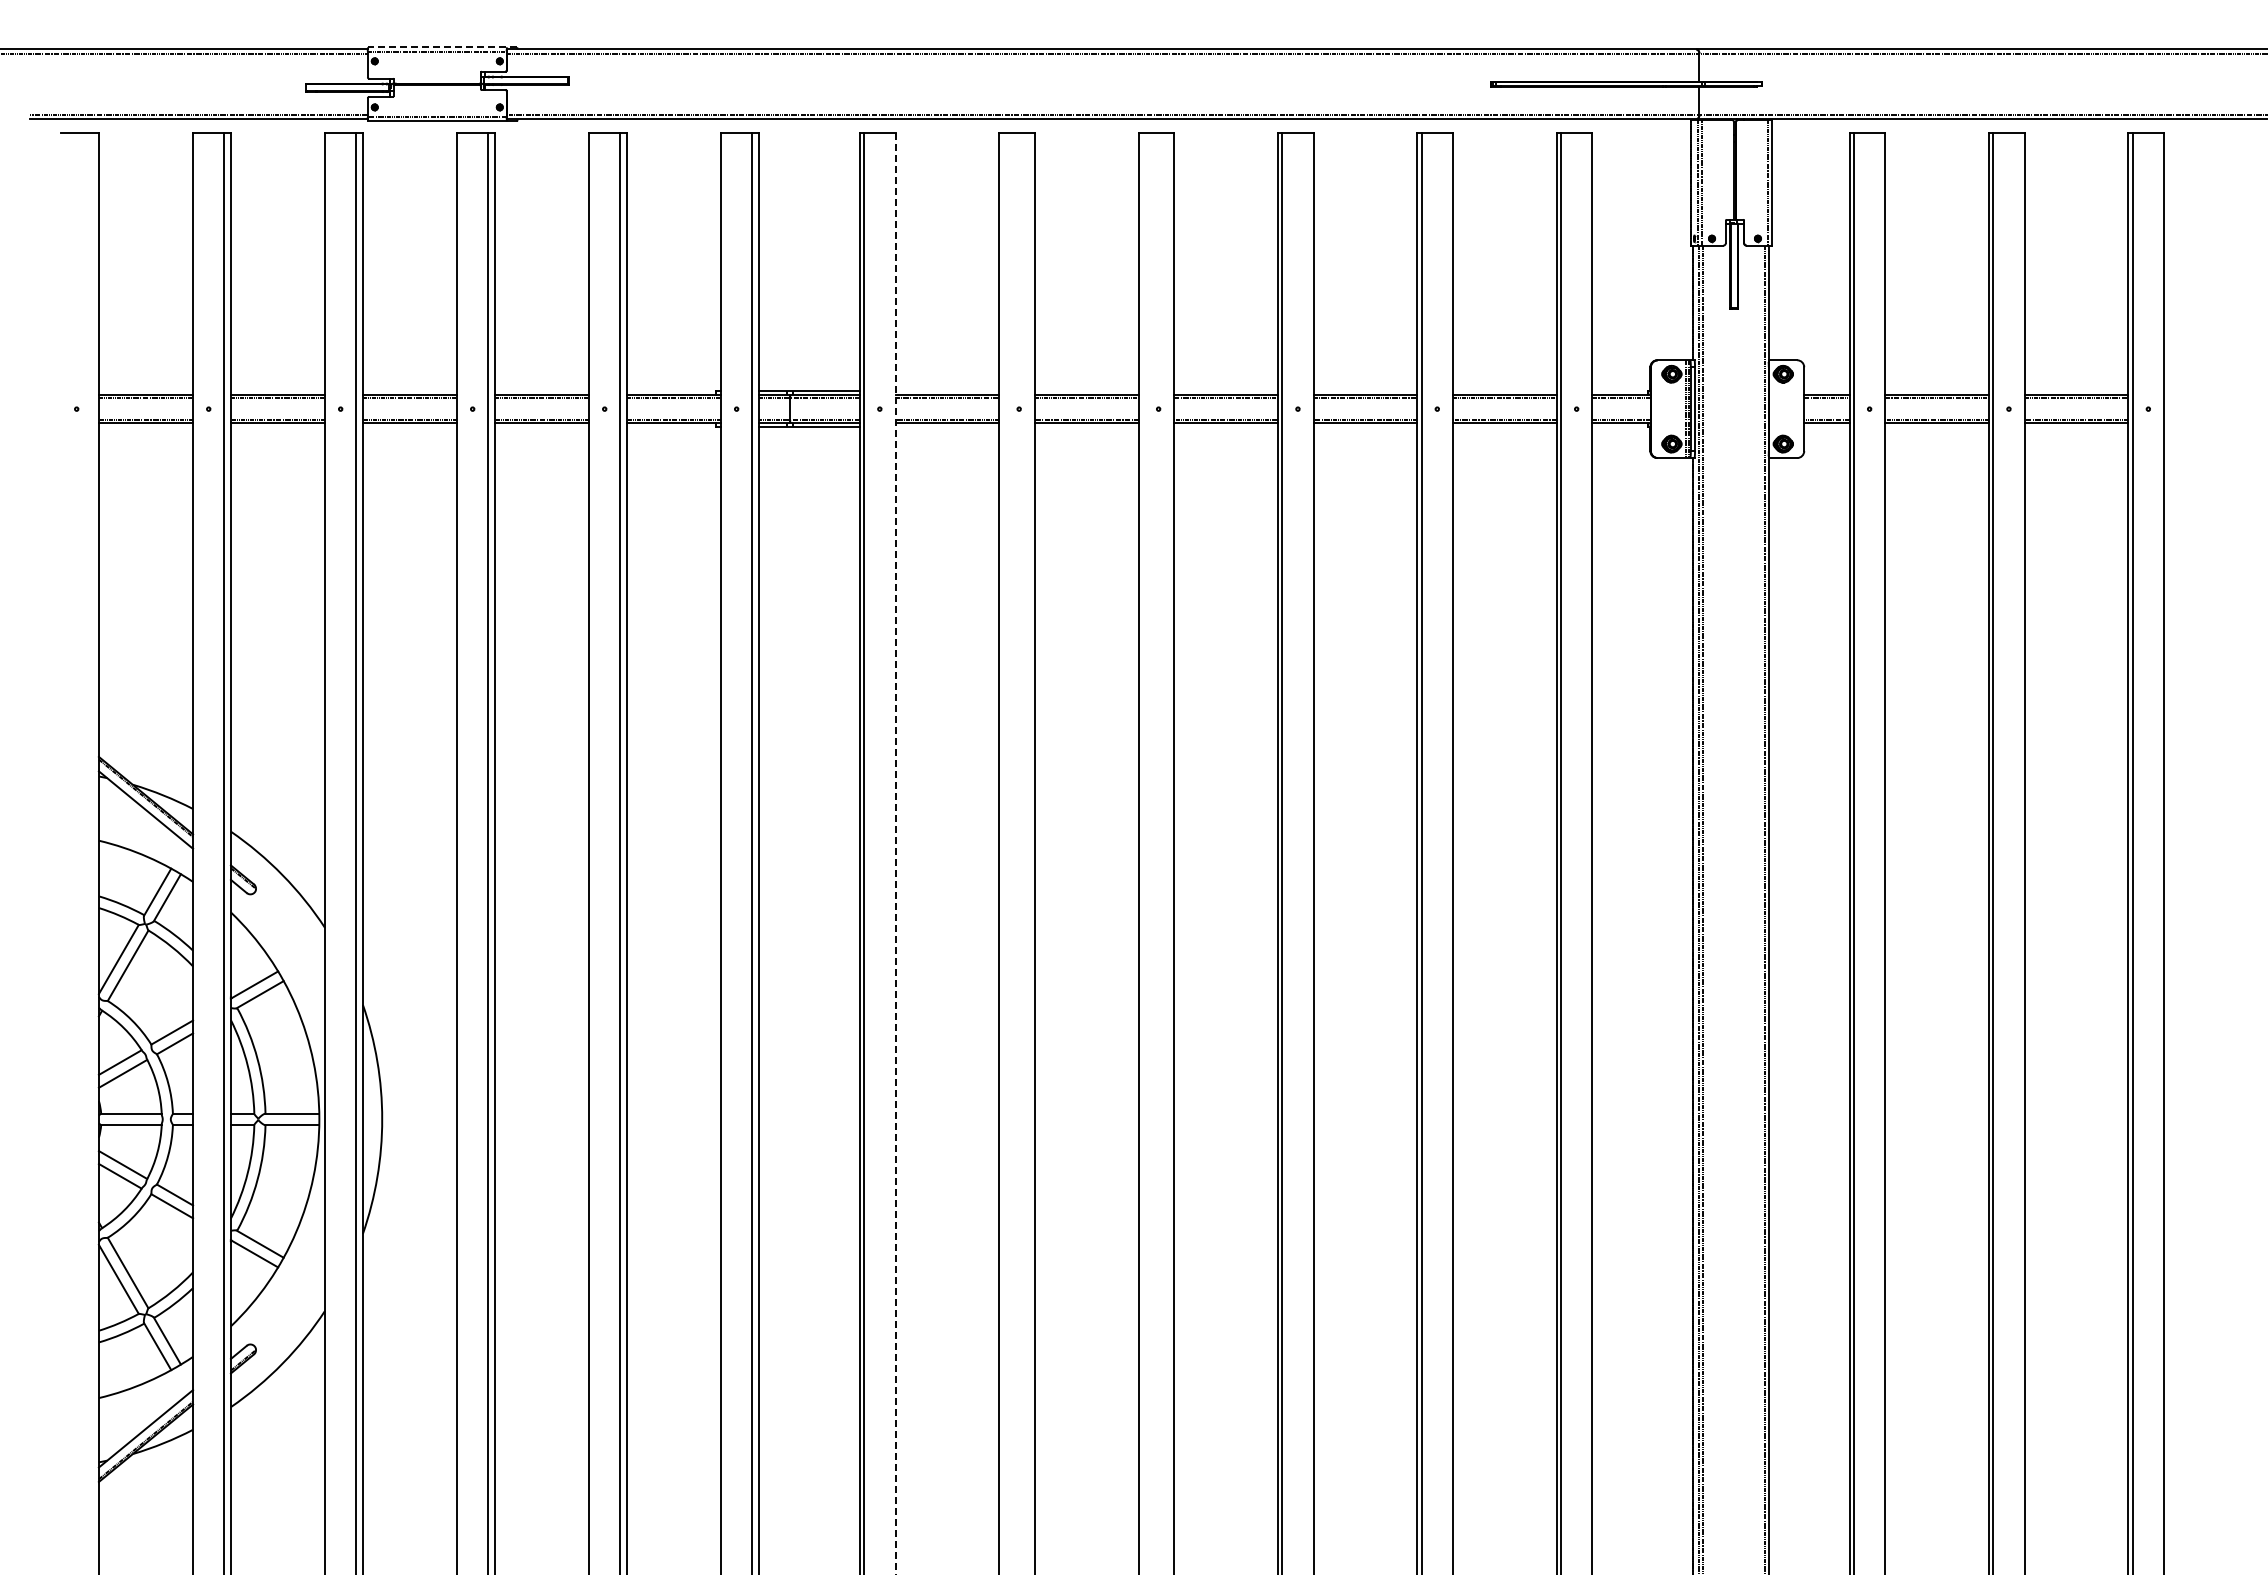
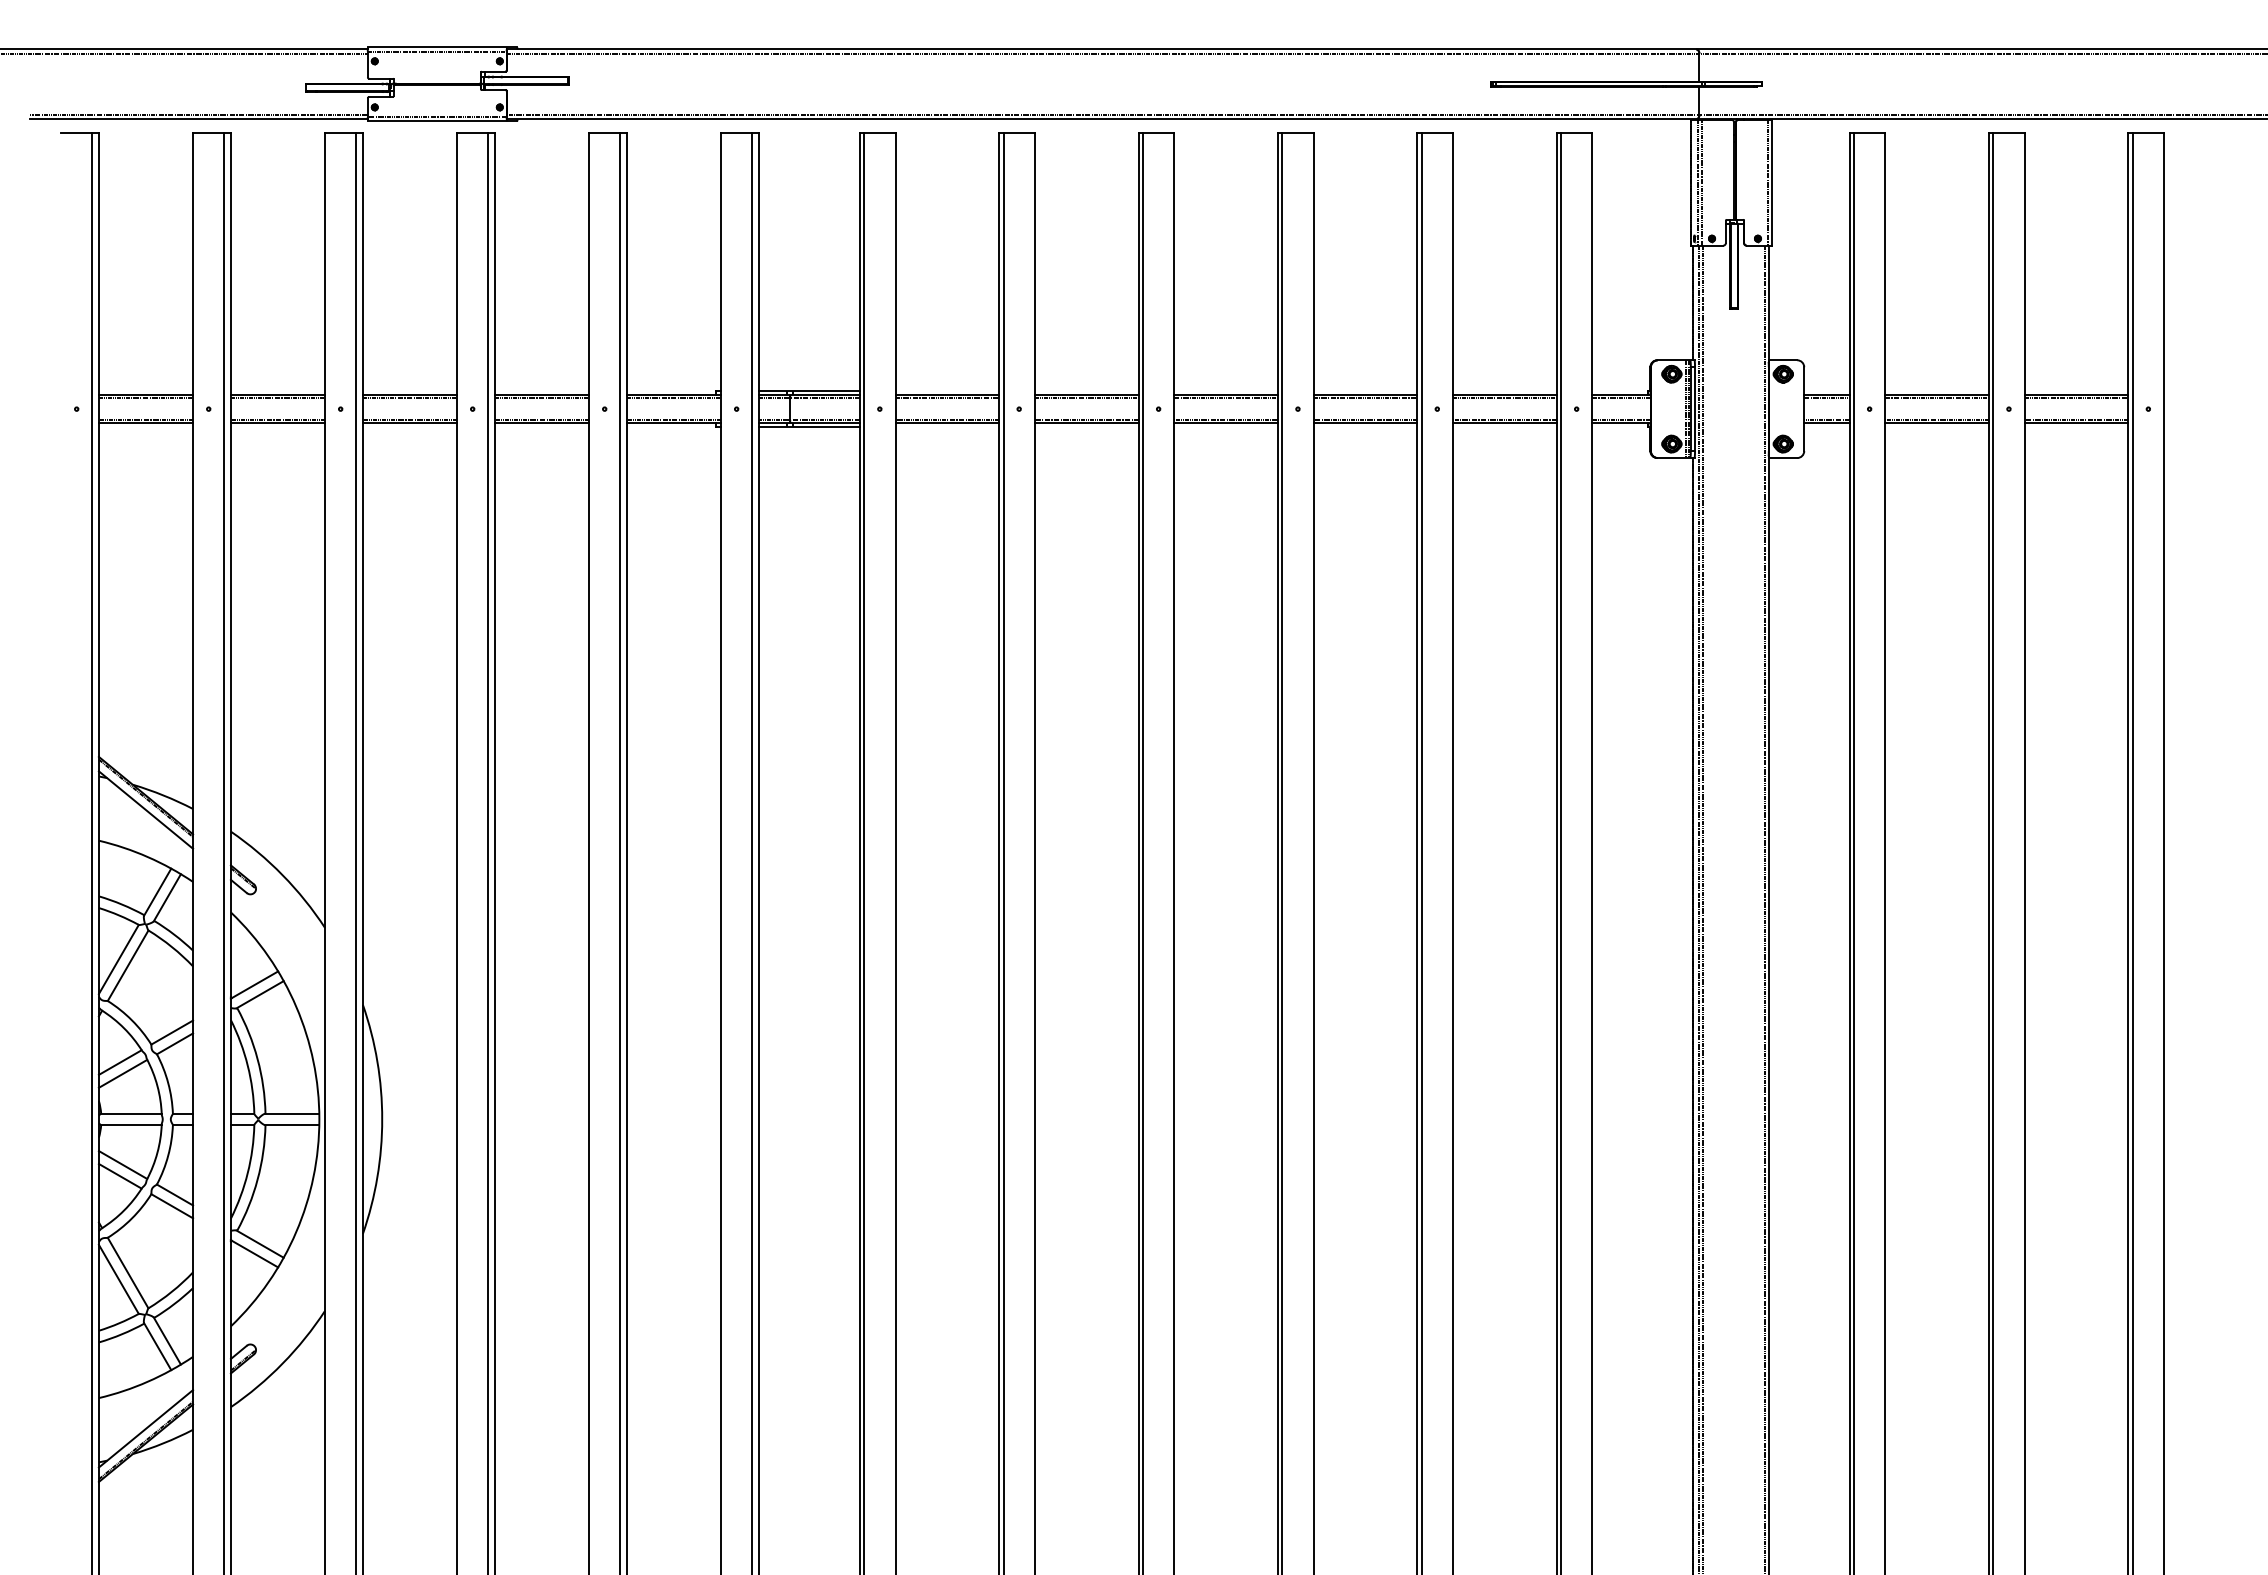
line at (442, 47): dashed -> solid
line at (92, 852): none -> present
line at (1003, 852): none -> present
line at (1142, 852): none -> present
line at (895, 853): dashed -> solid
